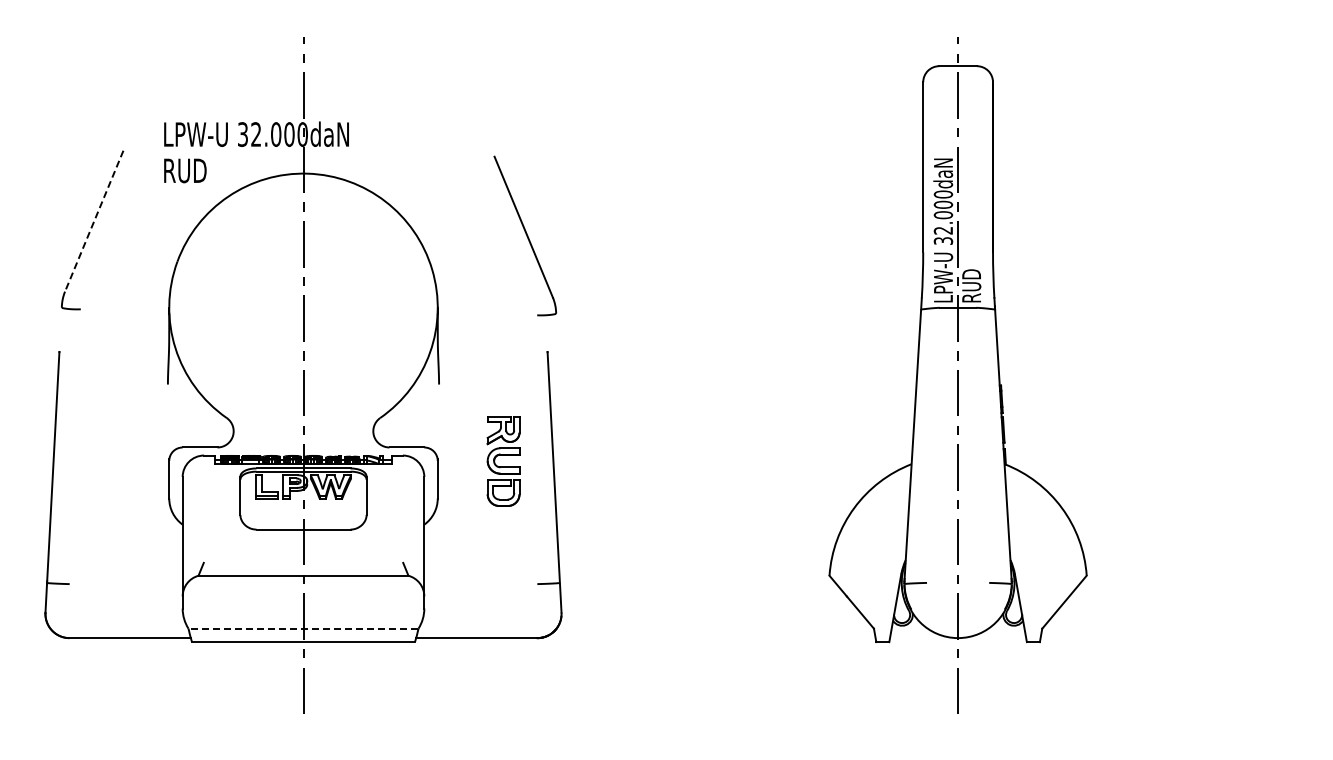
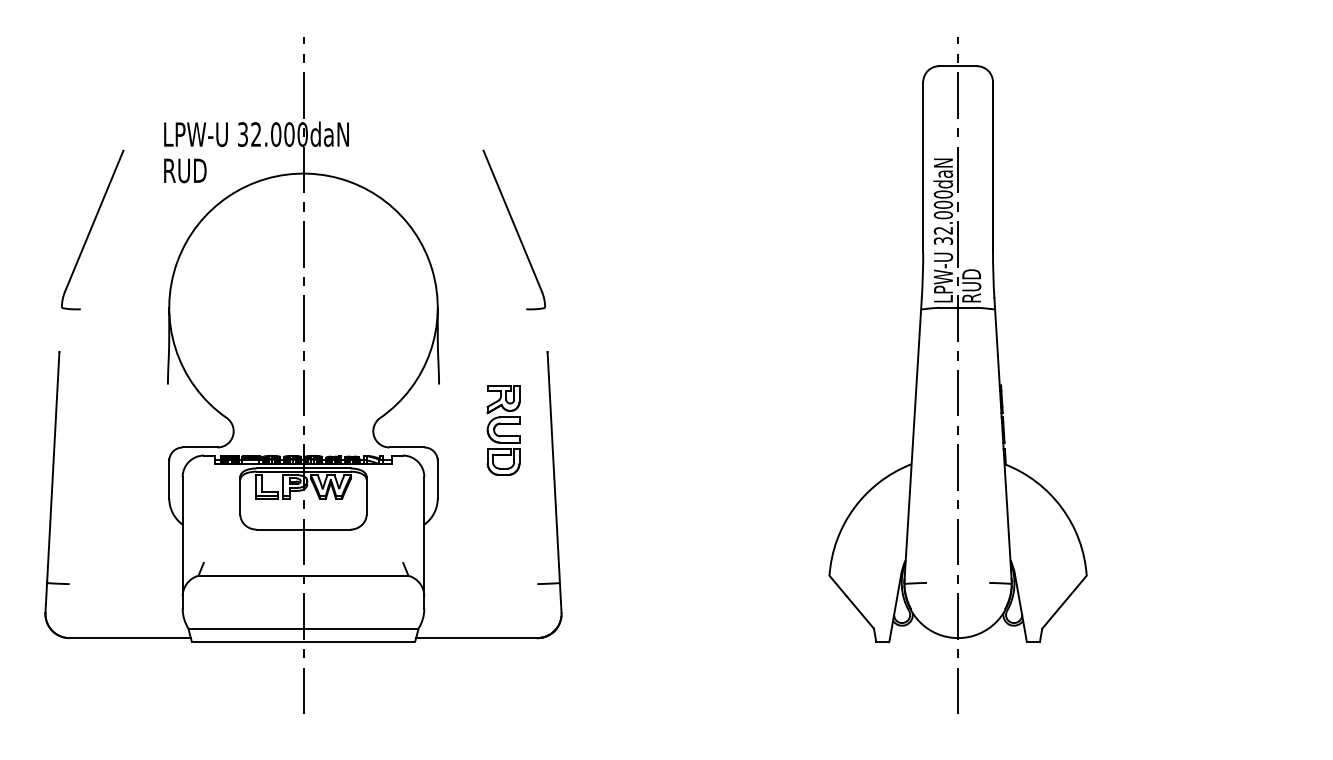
line at (94, 221): dashed -> solid
part at (524, 235) position: (524, 235) -> (513, 229)
part at (503, 461) position: (503, 461) -> (503, 430)
line at (303, 628): dashed -> solid
